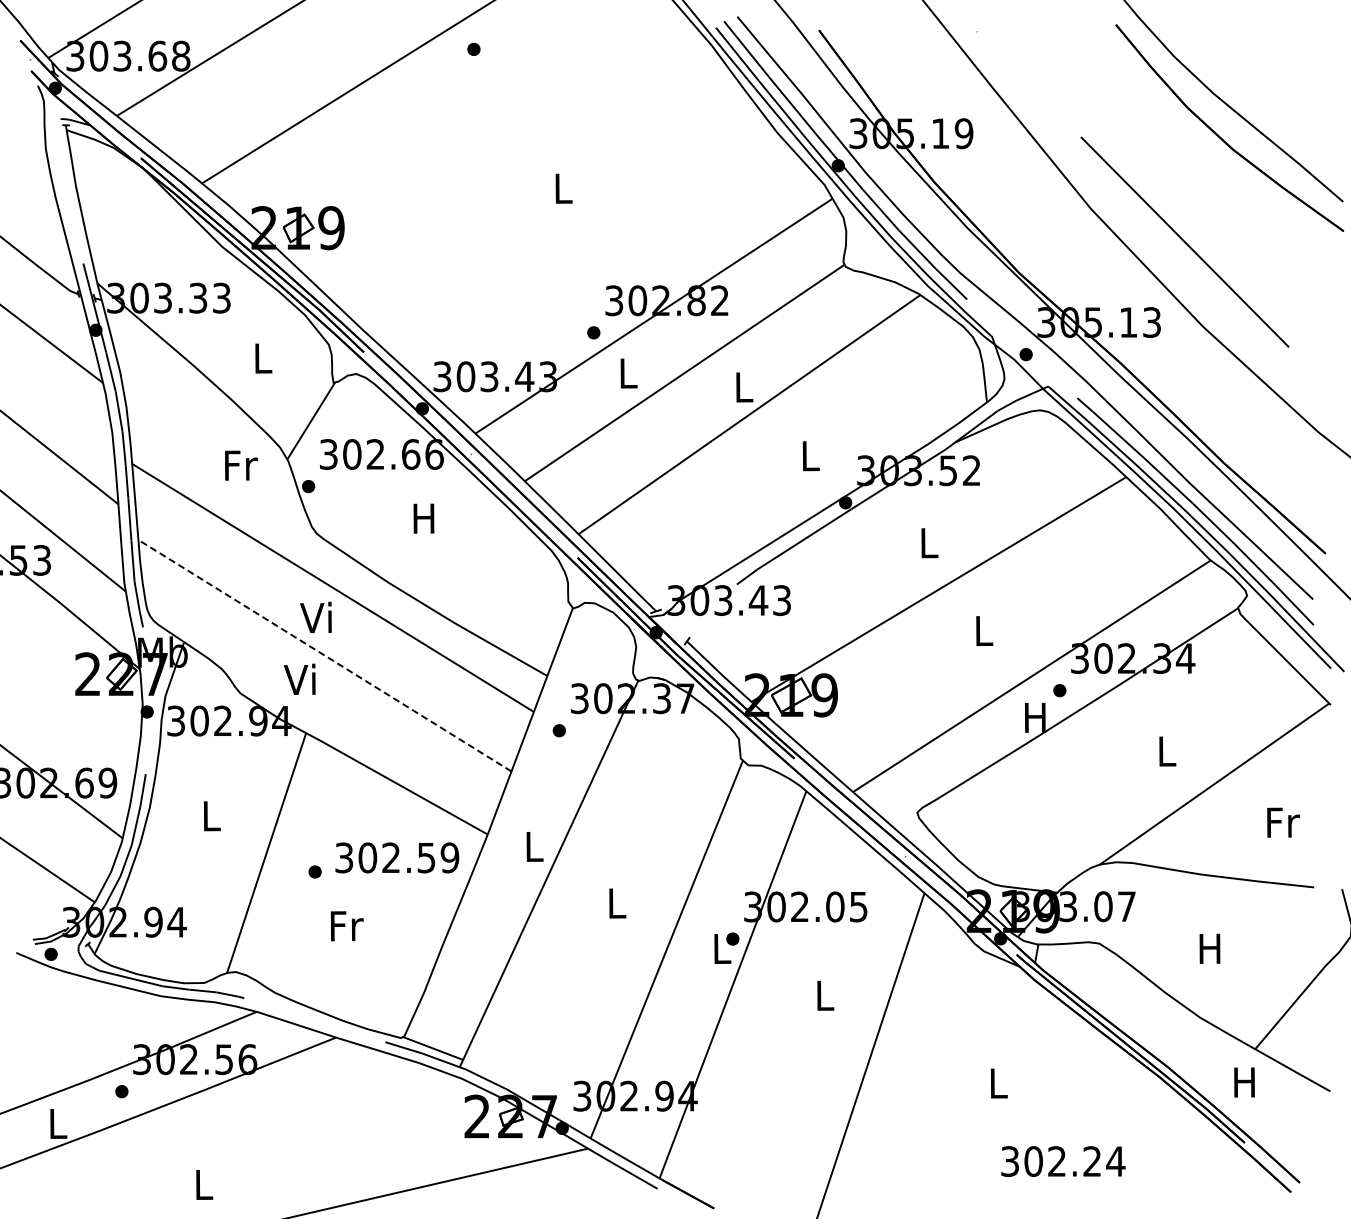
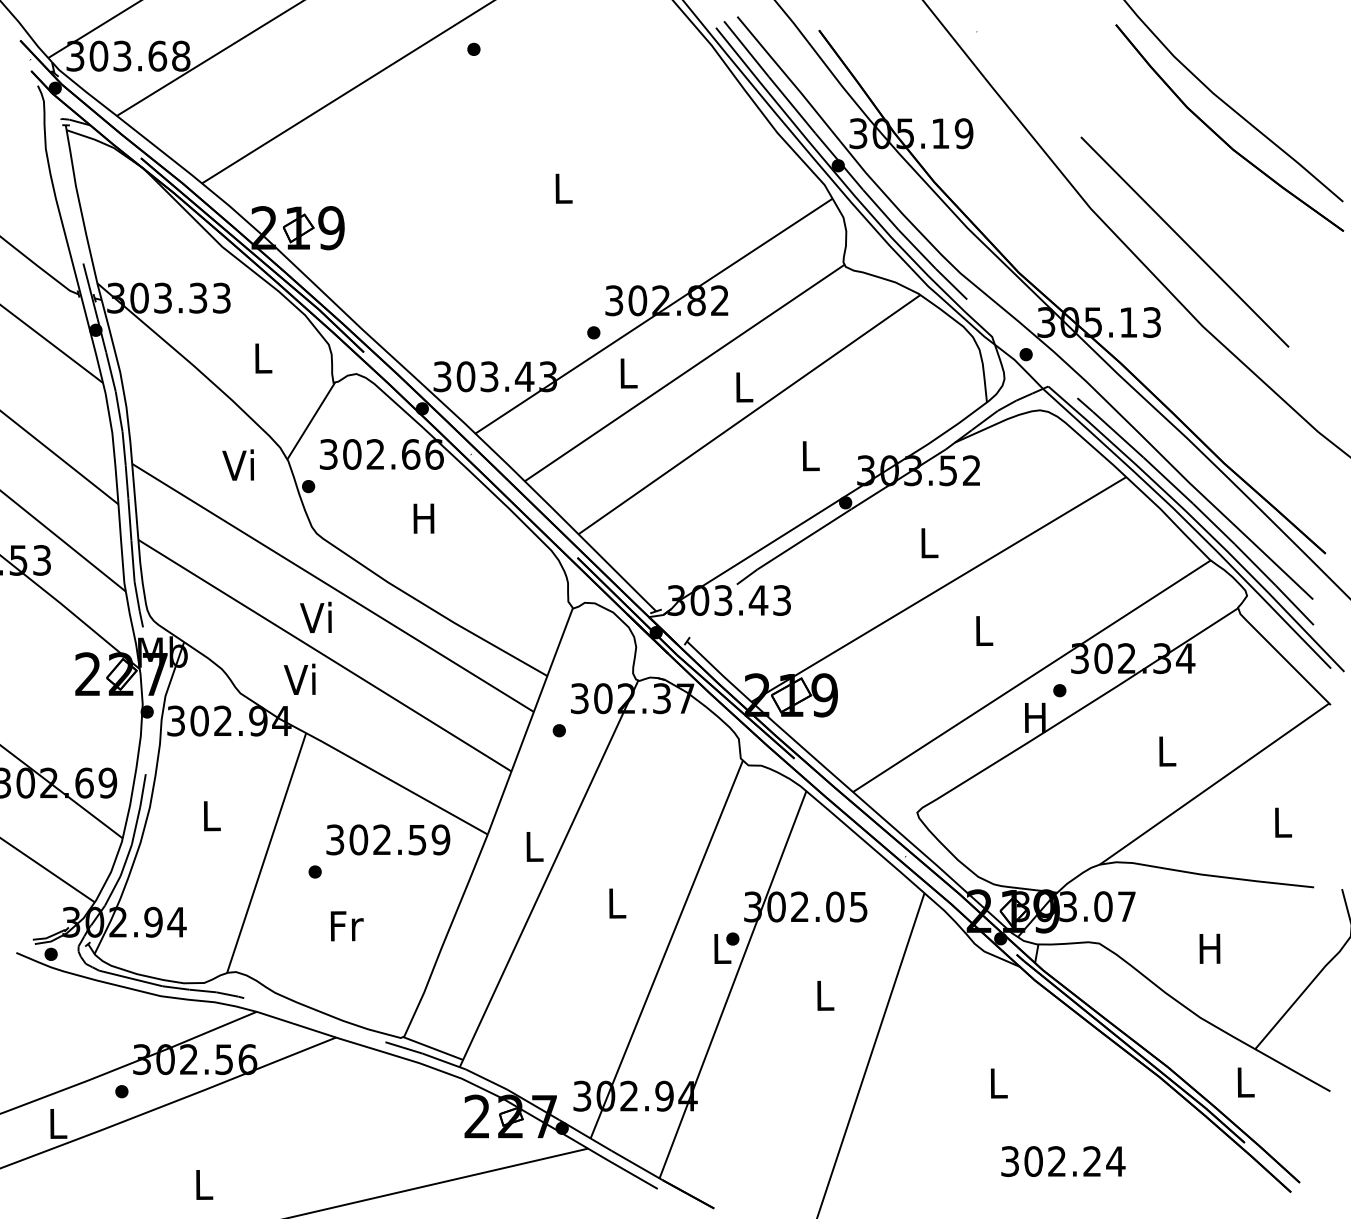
text at (239, 464): Fr -> Vi
line at (324, 655): dashed -> solid
text at (1283, 822): Fr -> L
text at (397, 857) position: (397, 857) -> (388, 839)
text at (1244, 1082): H -> L
